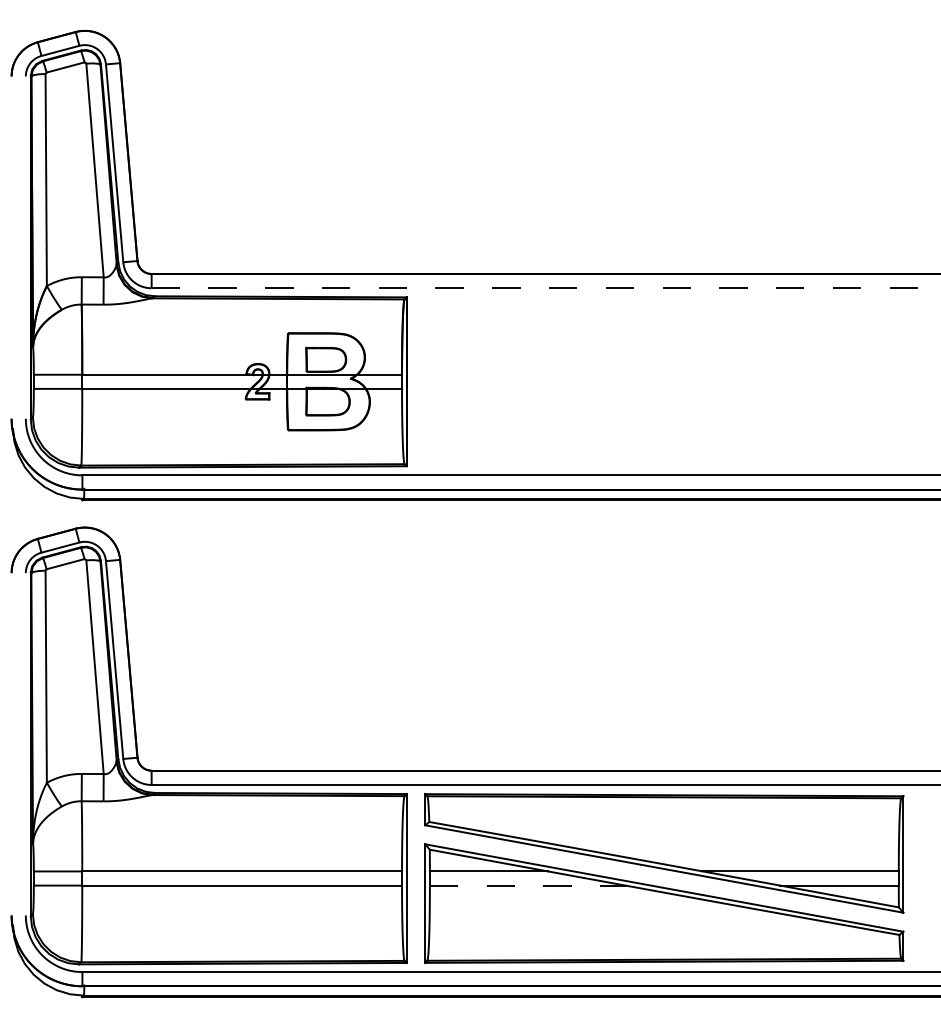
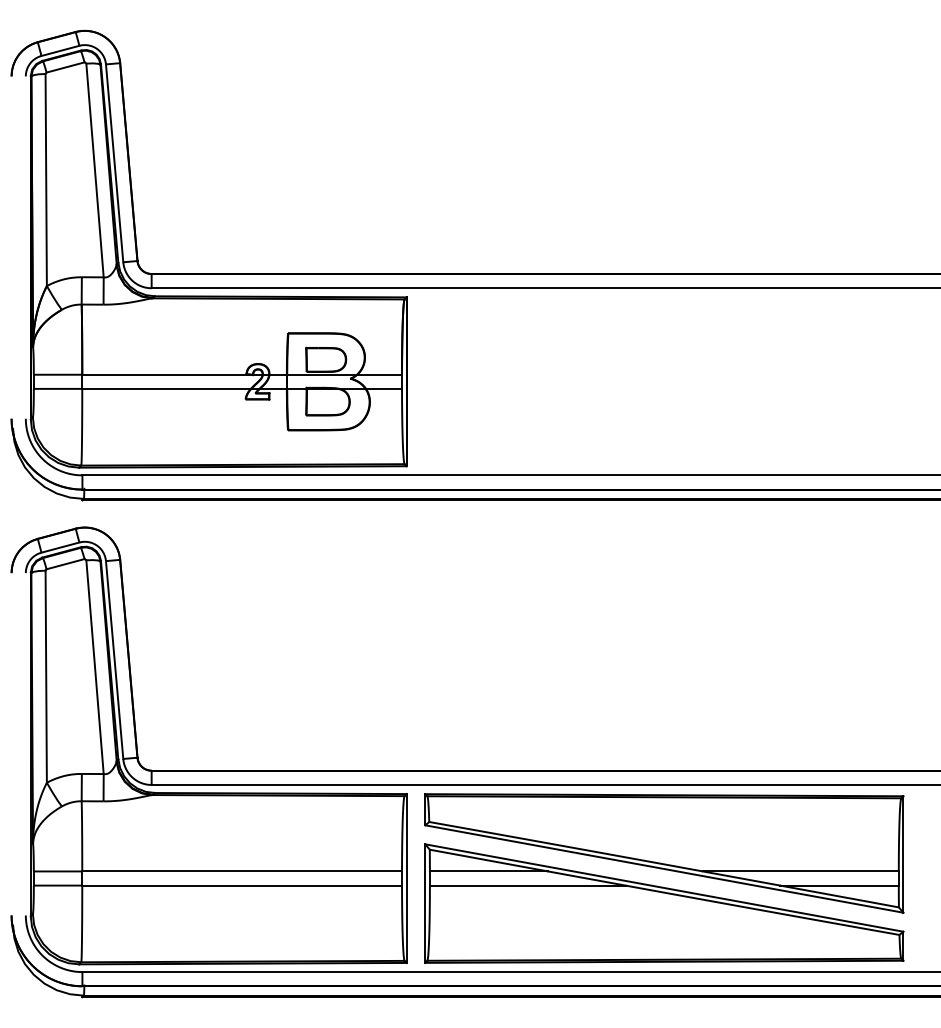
line at (546, 288): dashed -> solid
line at (527, 885): dashed -> solid
